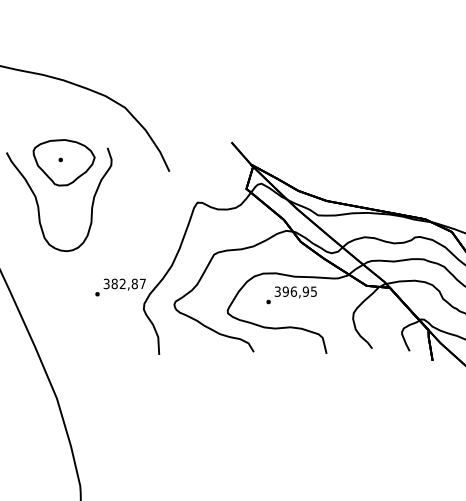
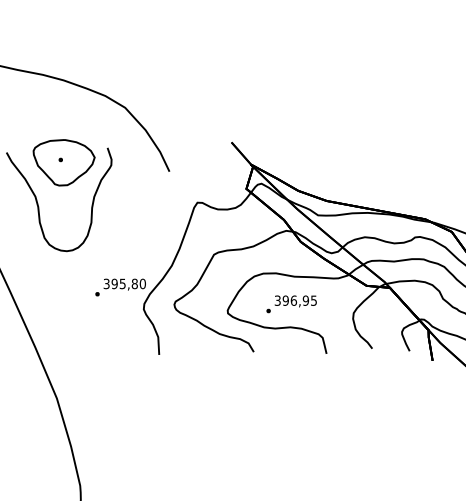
text at (128, 283): 382,87 -> 395,80
text at (291, 295) position: (291, 295) -> (291, 304)
